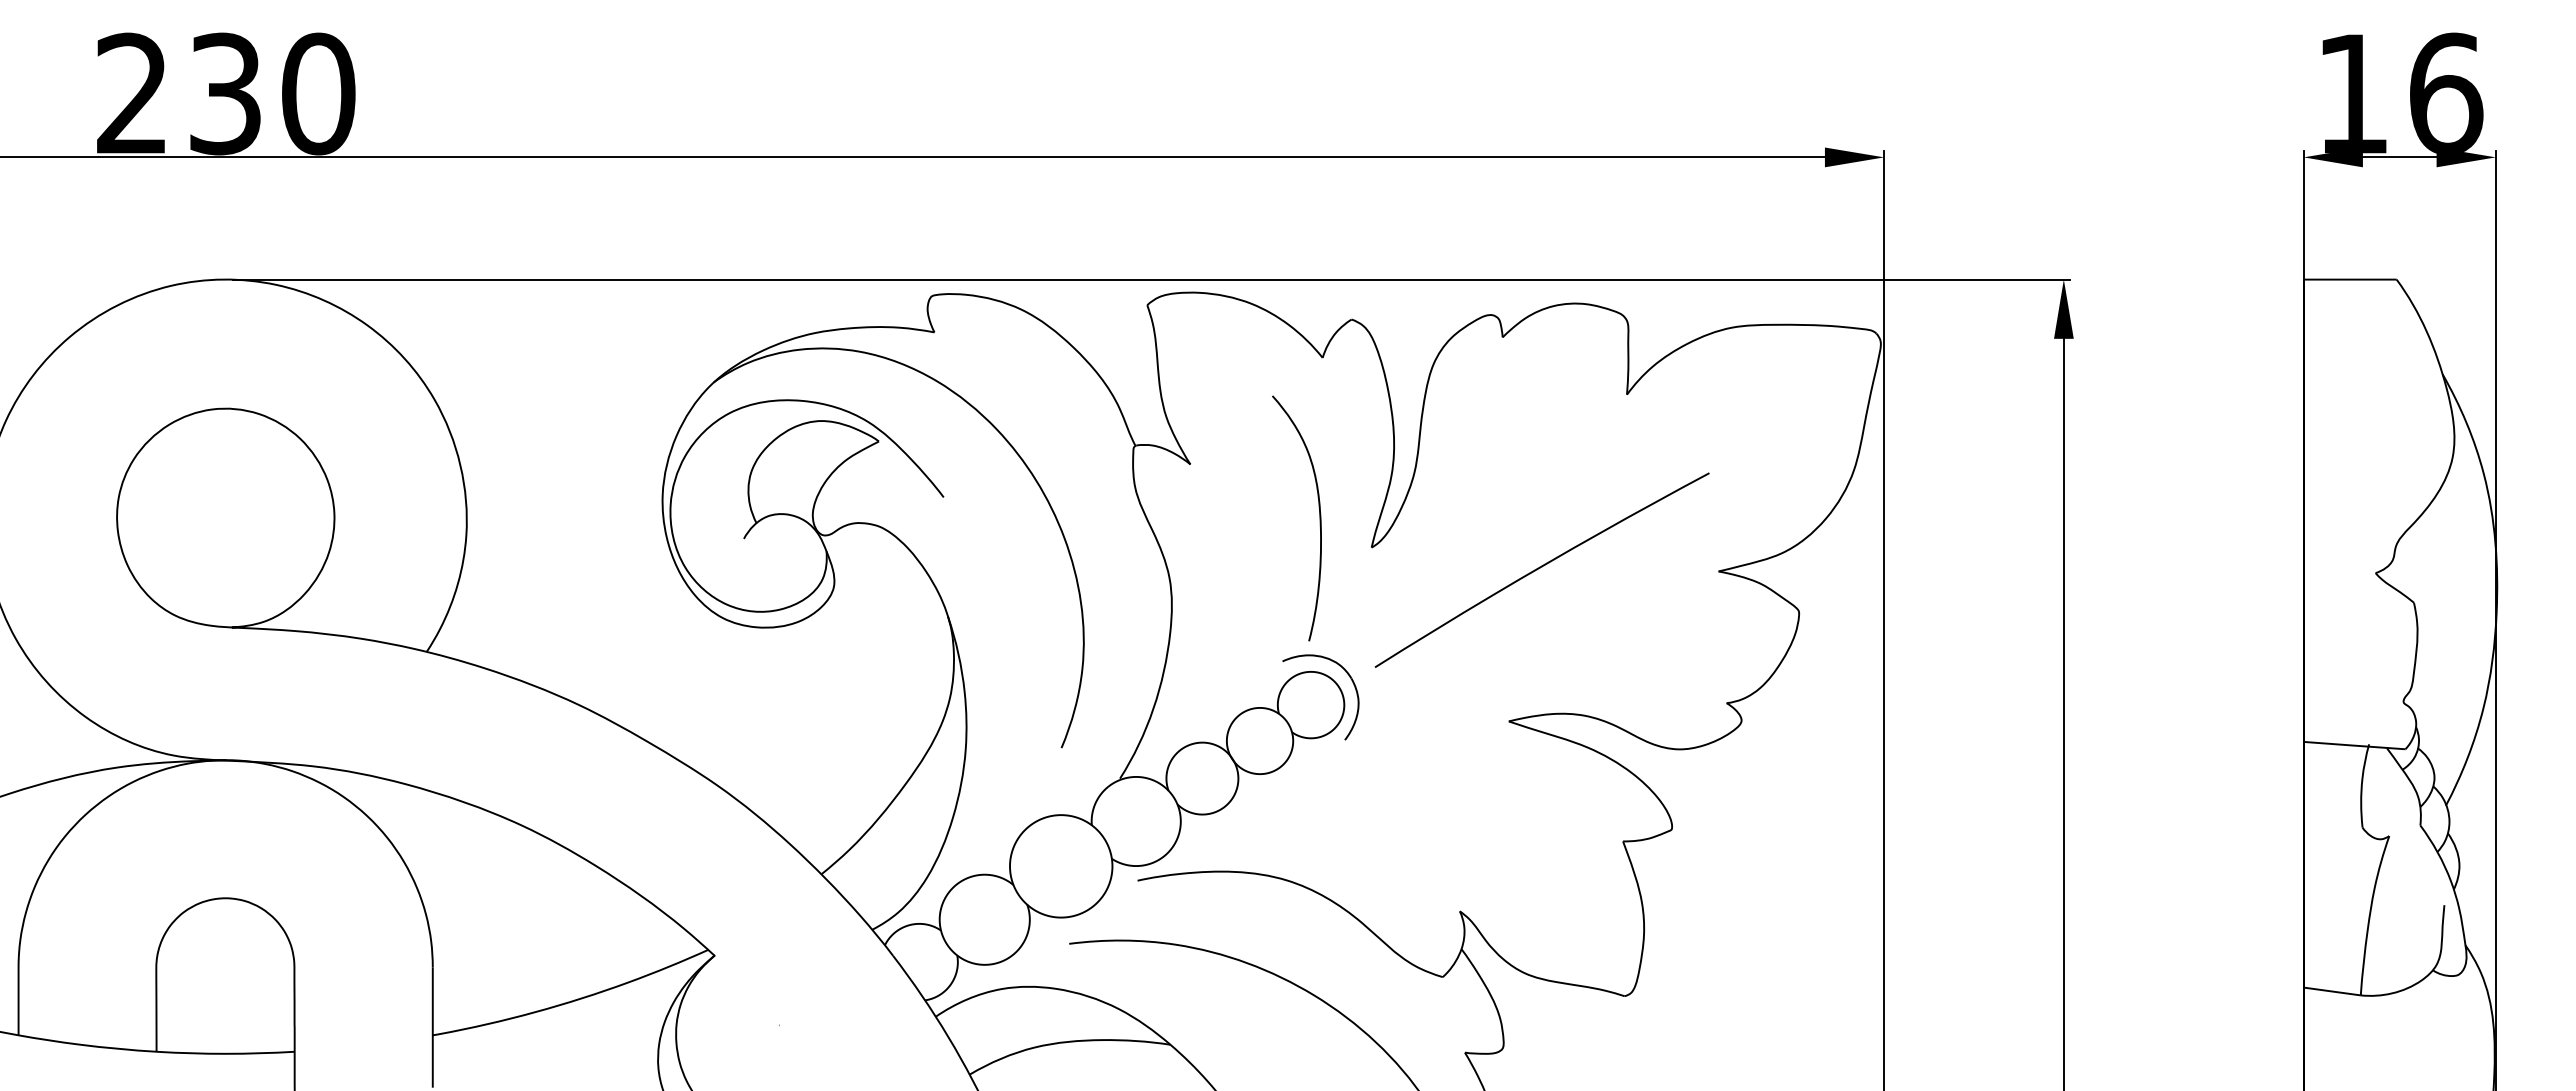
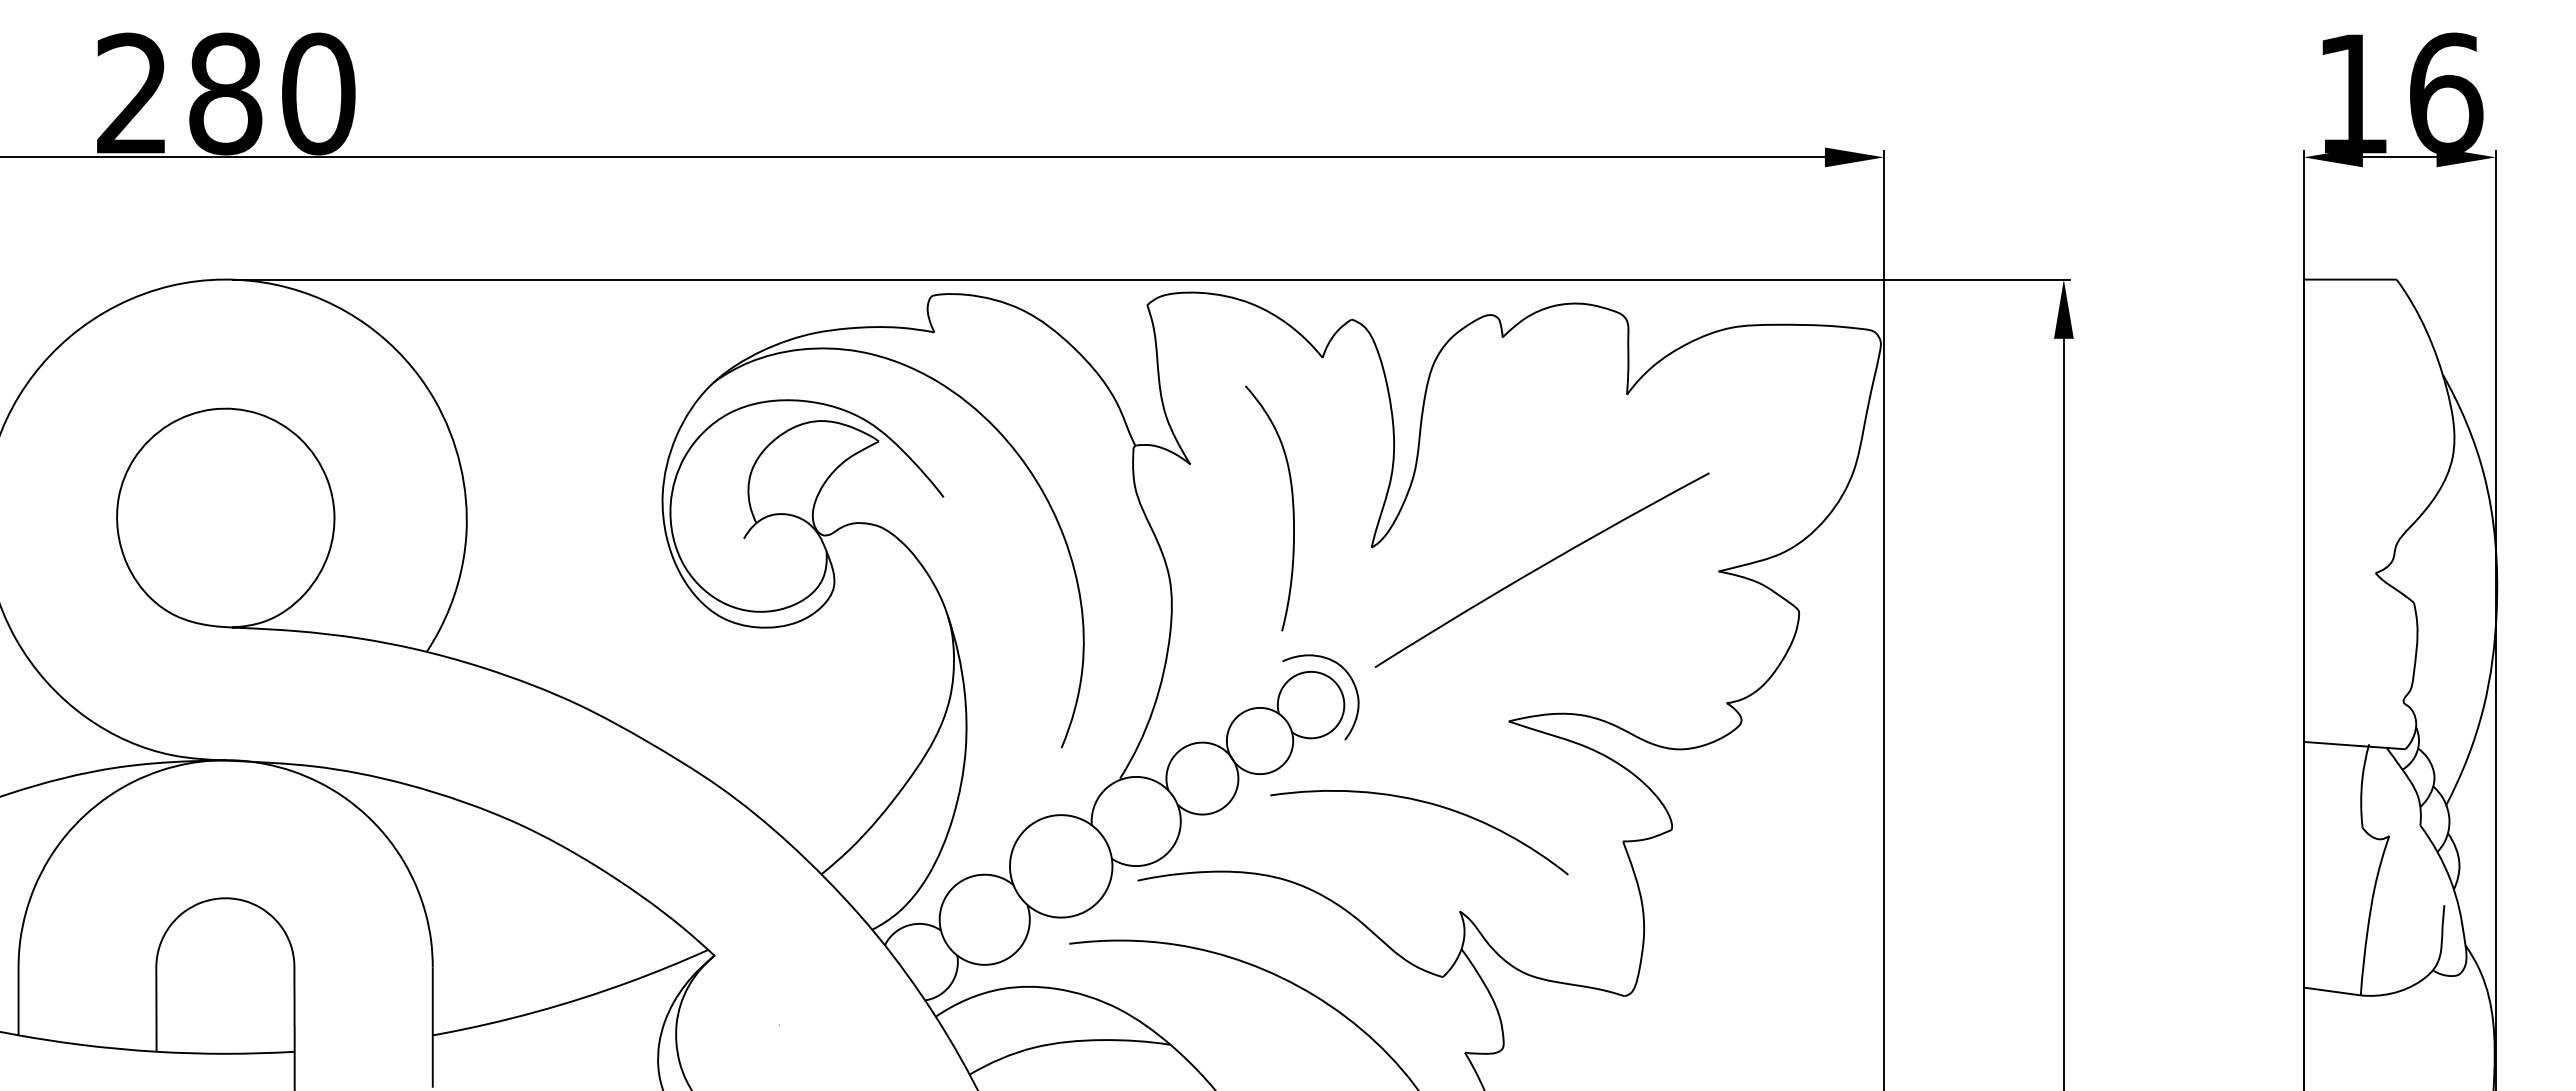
text at (225, 93): 230 -> 280
curve at (1319, 518) position: (1319, 518) -> (1292, 508)
curve at (1425, 803): none -> present
